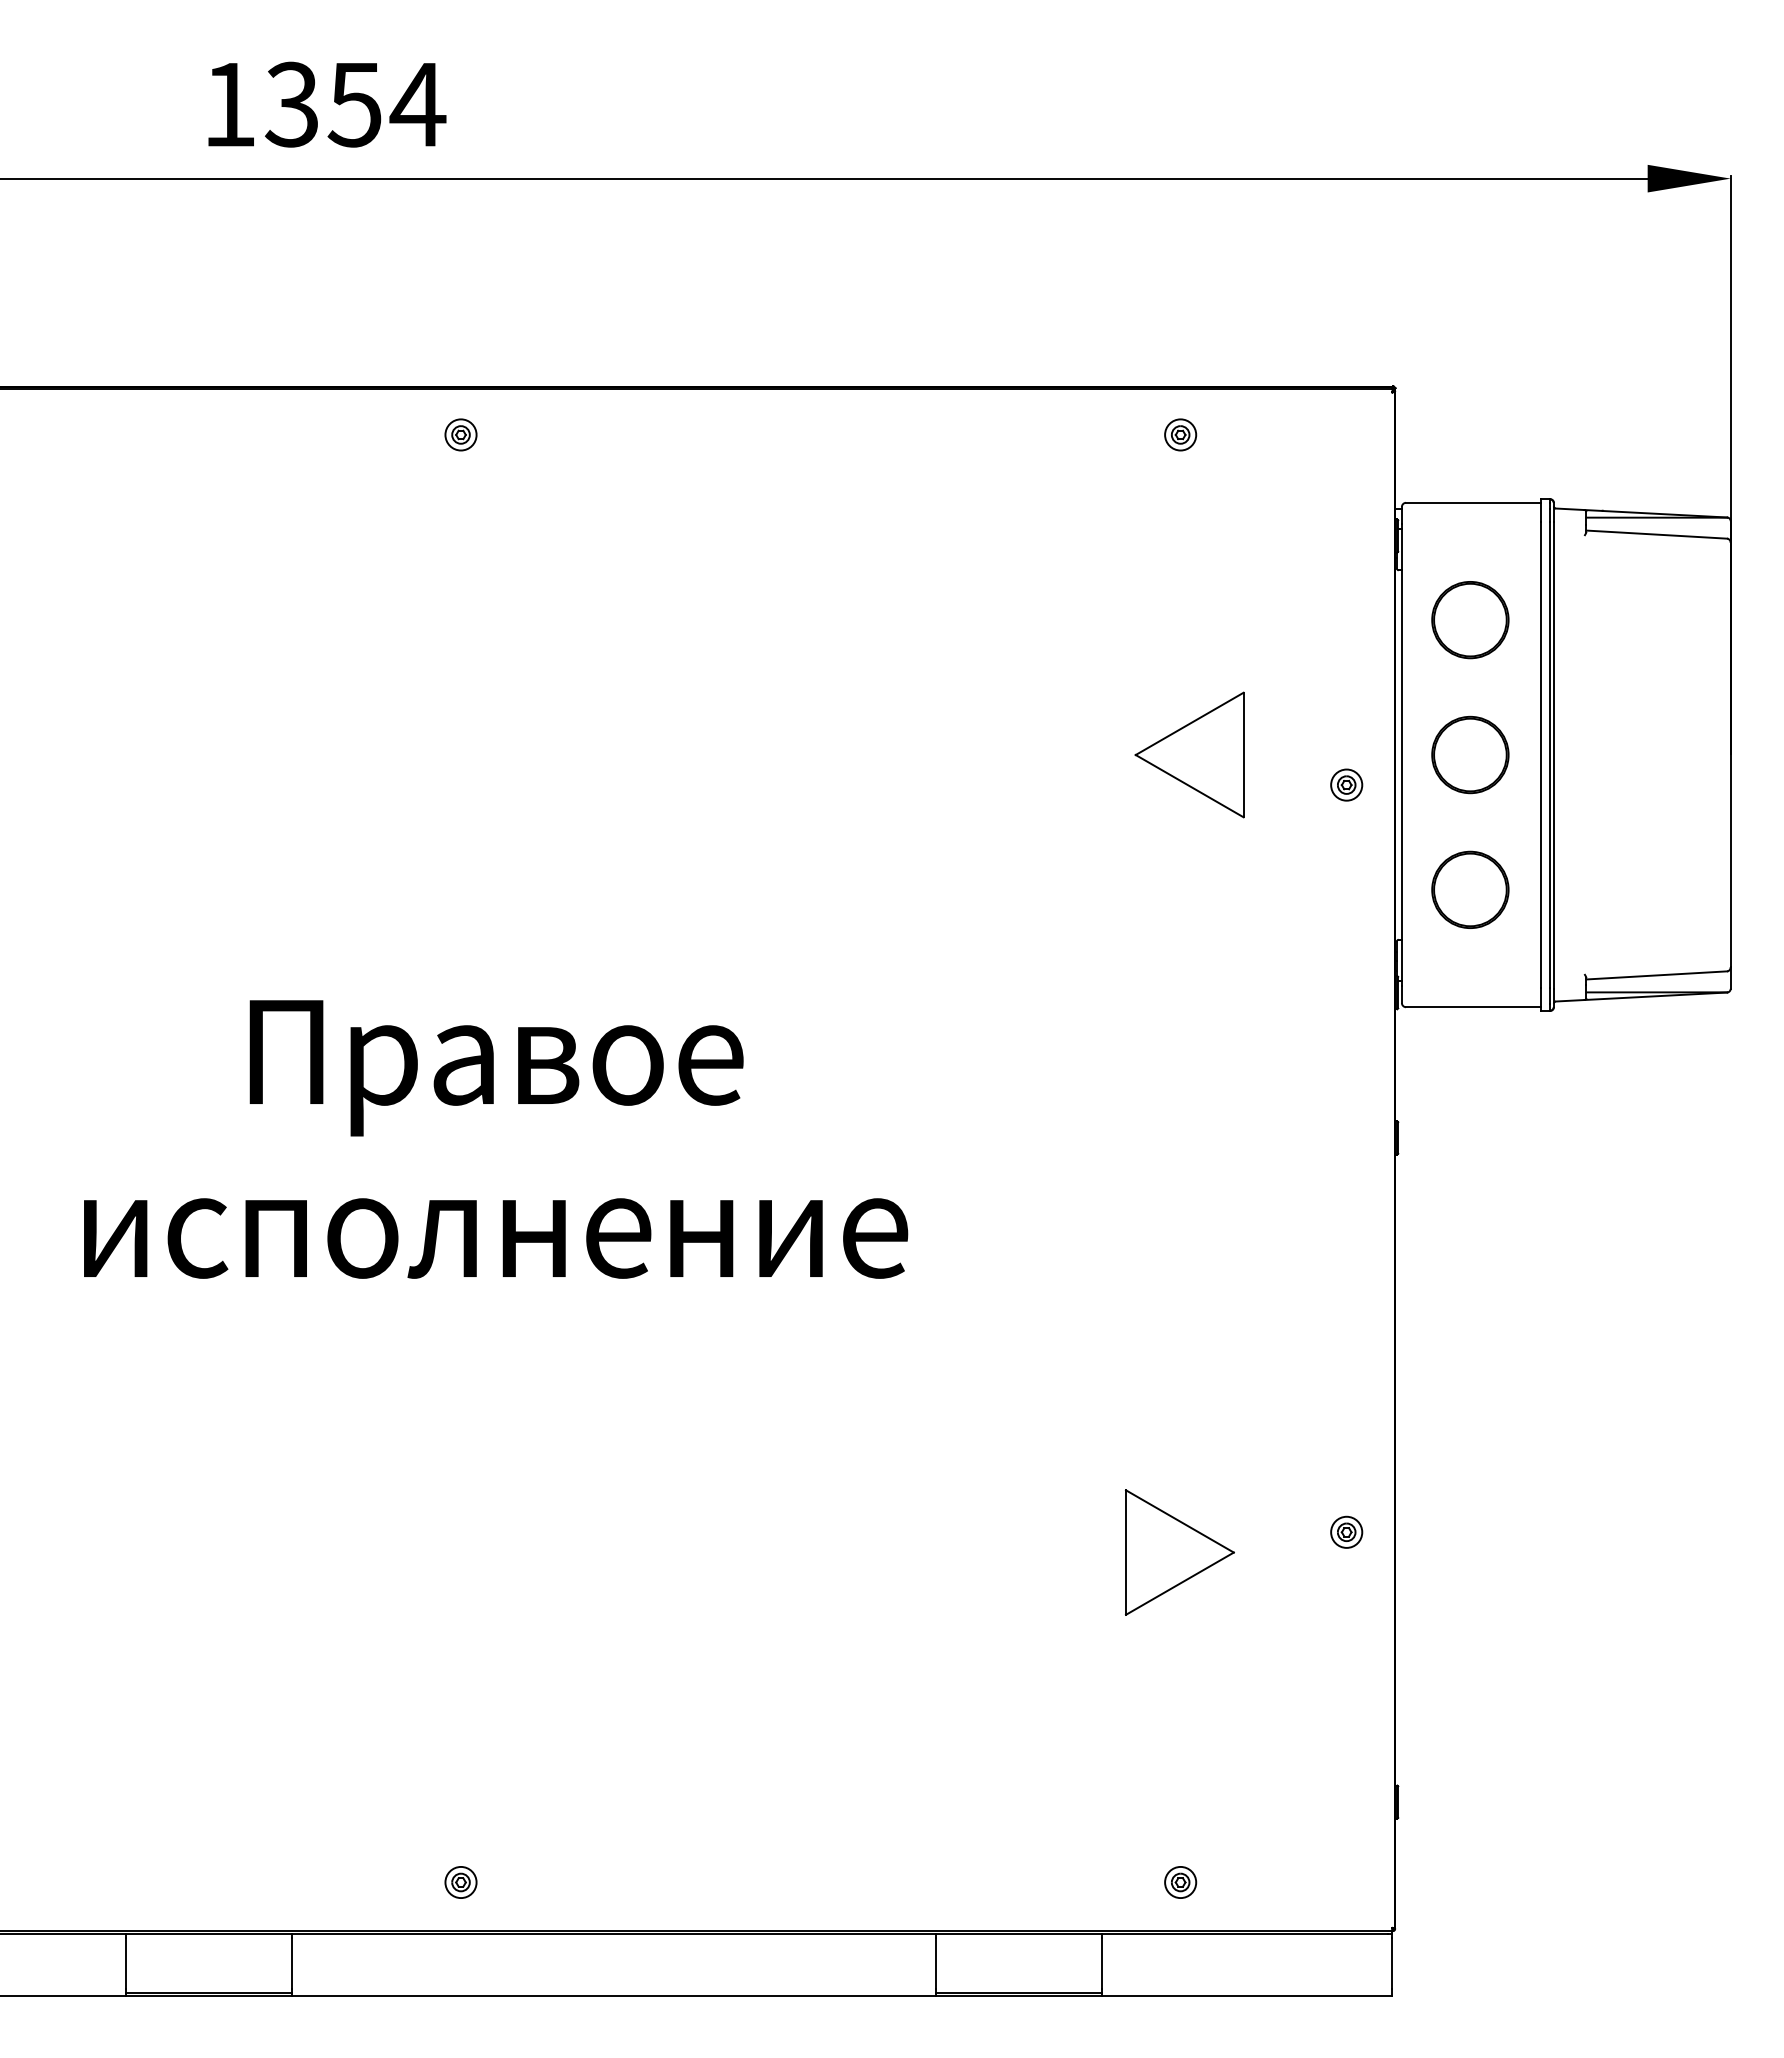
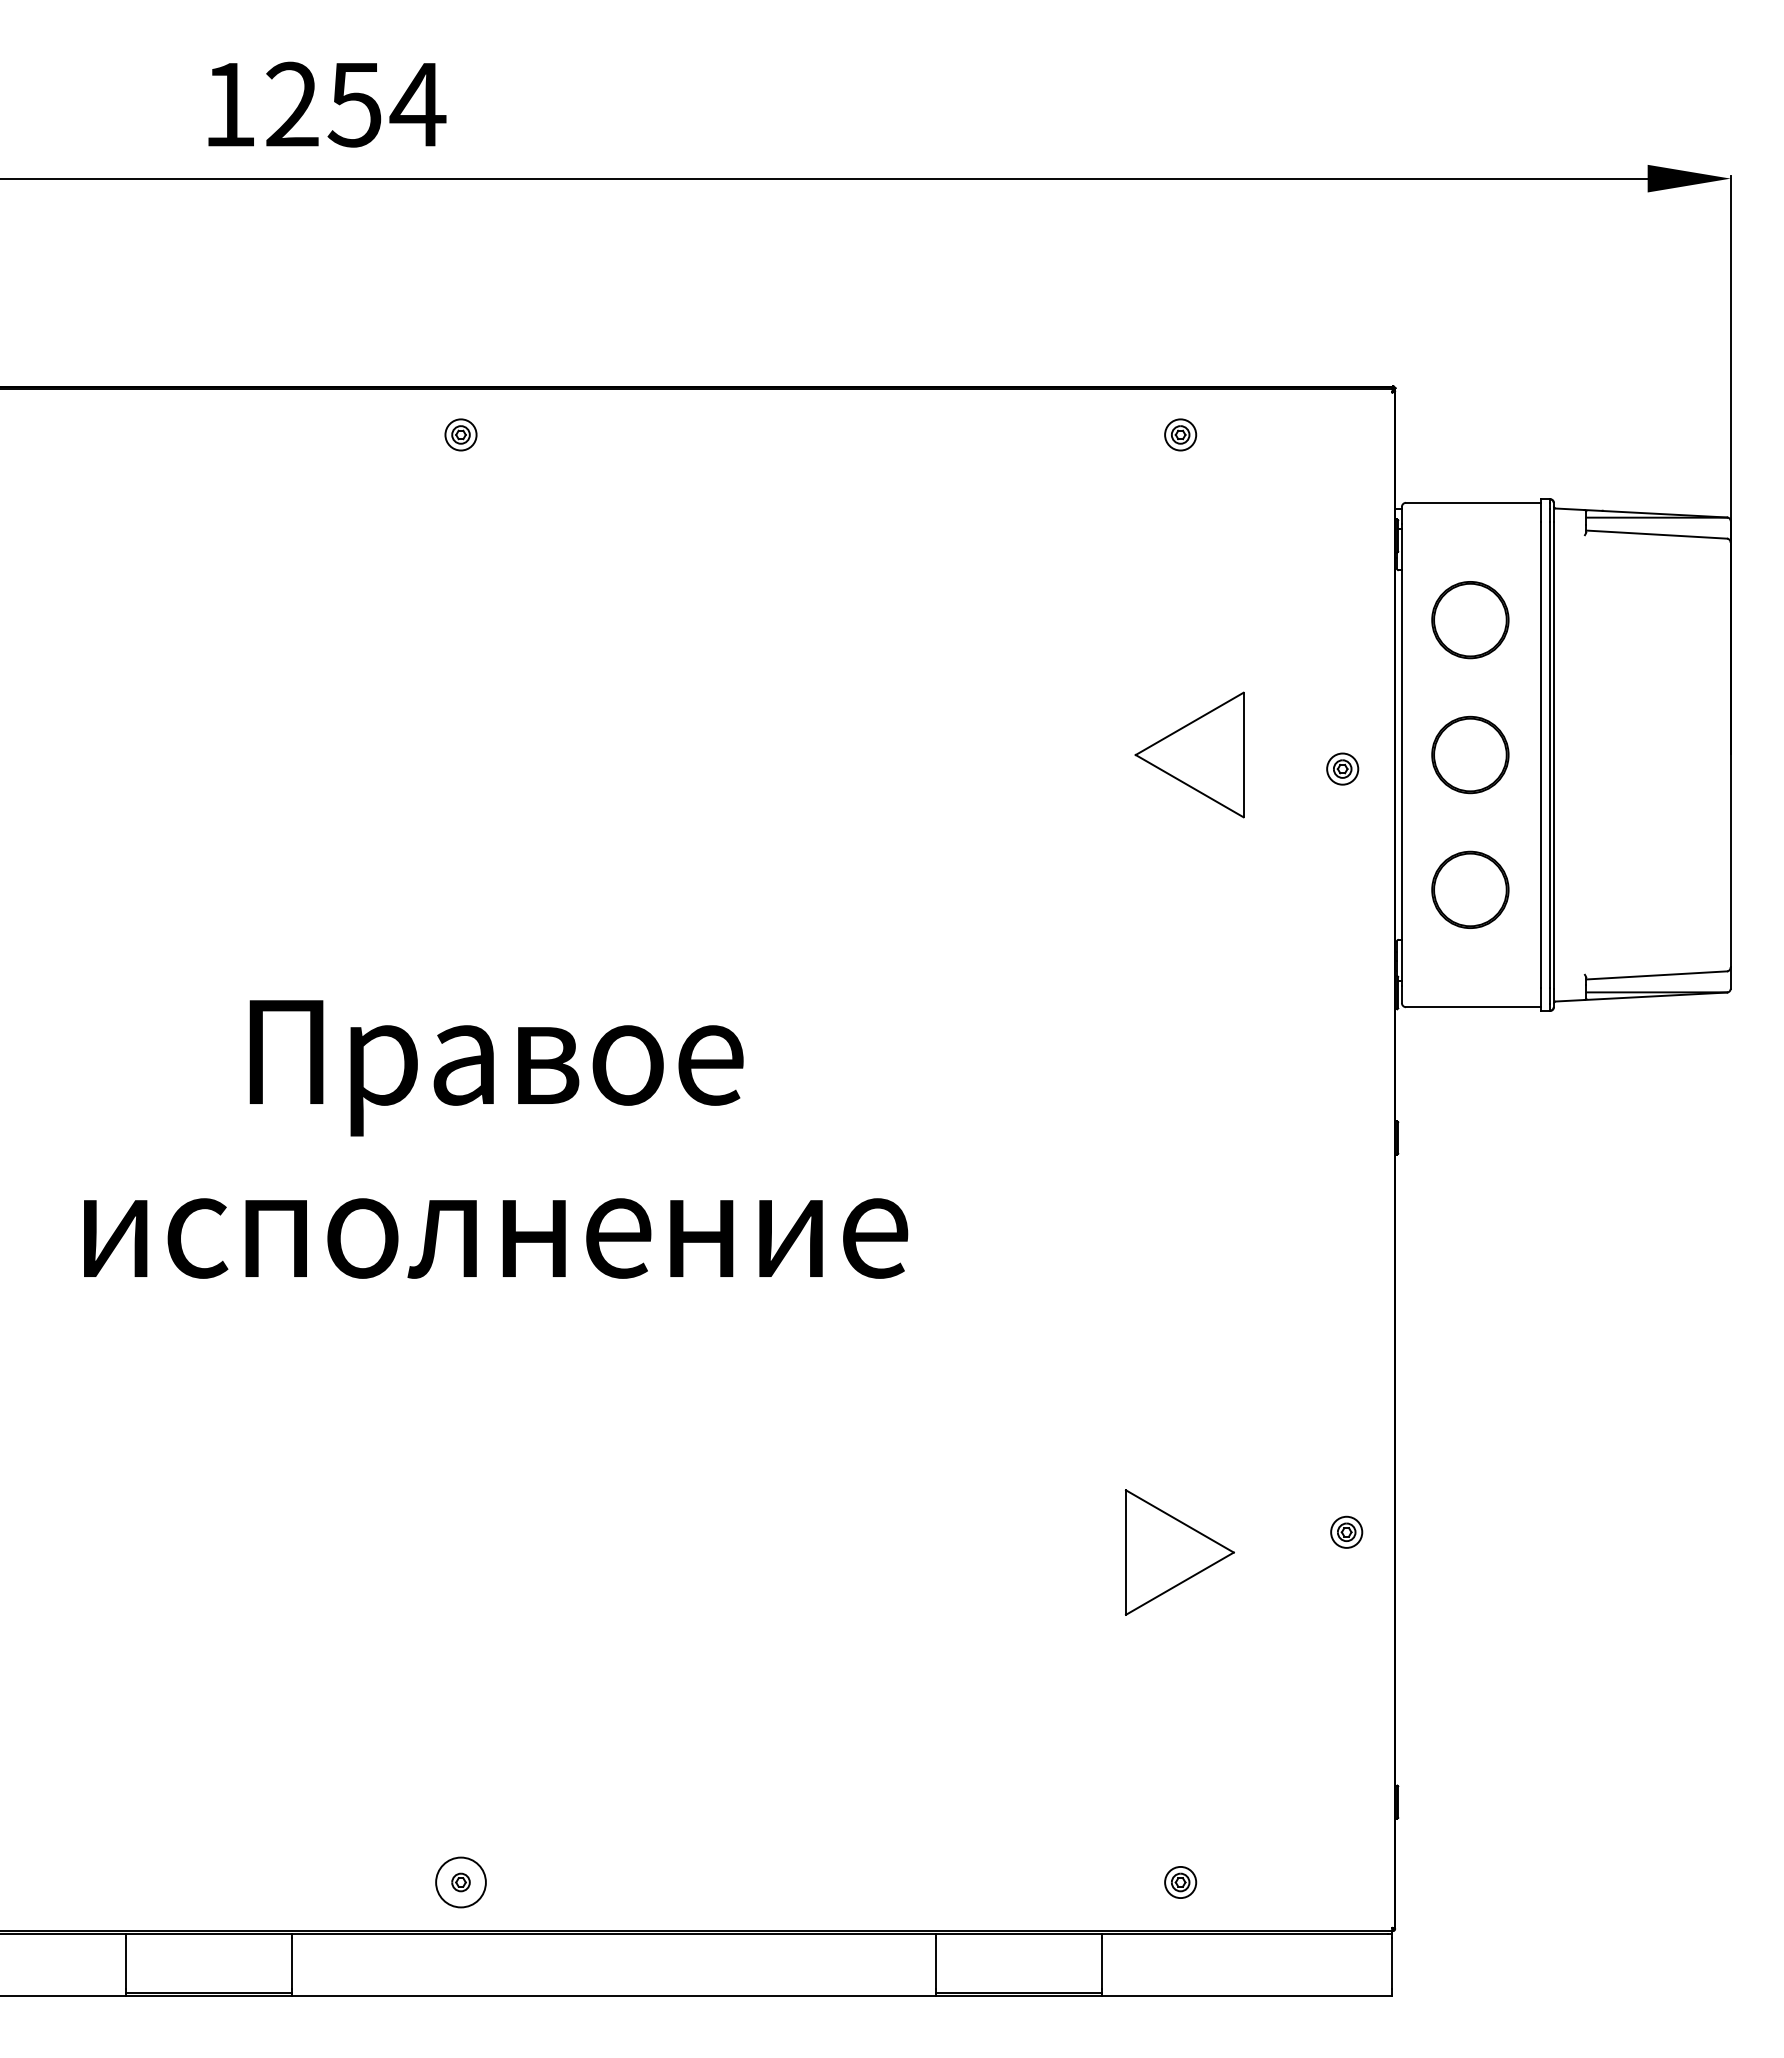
text at (291, 104): 1354 -> 1254
part at (1346, 784) position: (1346, 784) -> (1342, 768)
circle at (460, 1882) diameter: 31 px -> 50 px
